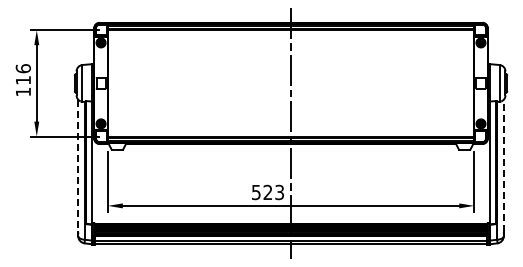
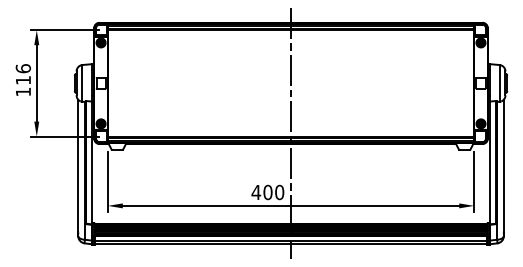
line at (78, 165): dashed -> solid
line at (503, 165): dashed -> solid
text at (267, 192): 523 -> 400
